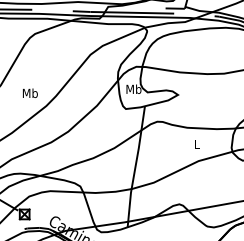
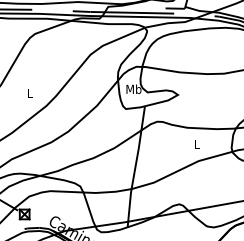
text at (29, 93): Mb -> L
